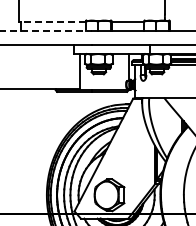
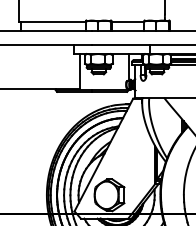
line at (53, 22): dashed -> solid
line at (46, 30): dashed -> solid
